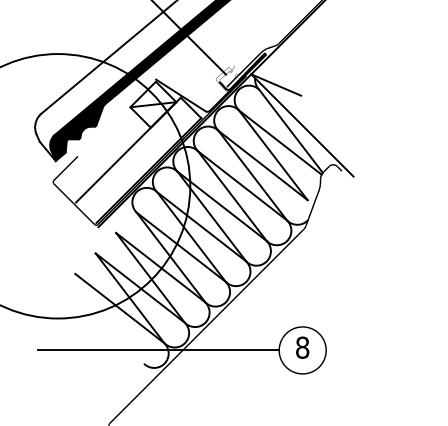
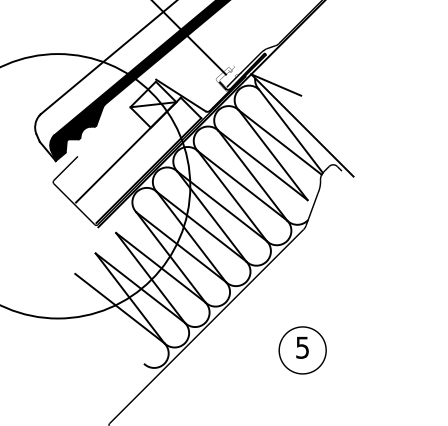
text at (302, 347): 8 -> 5
line at (158, 350): present -> none
